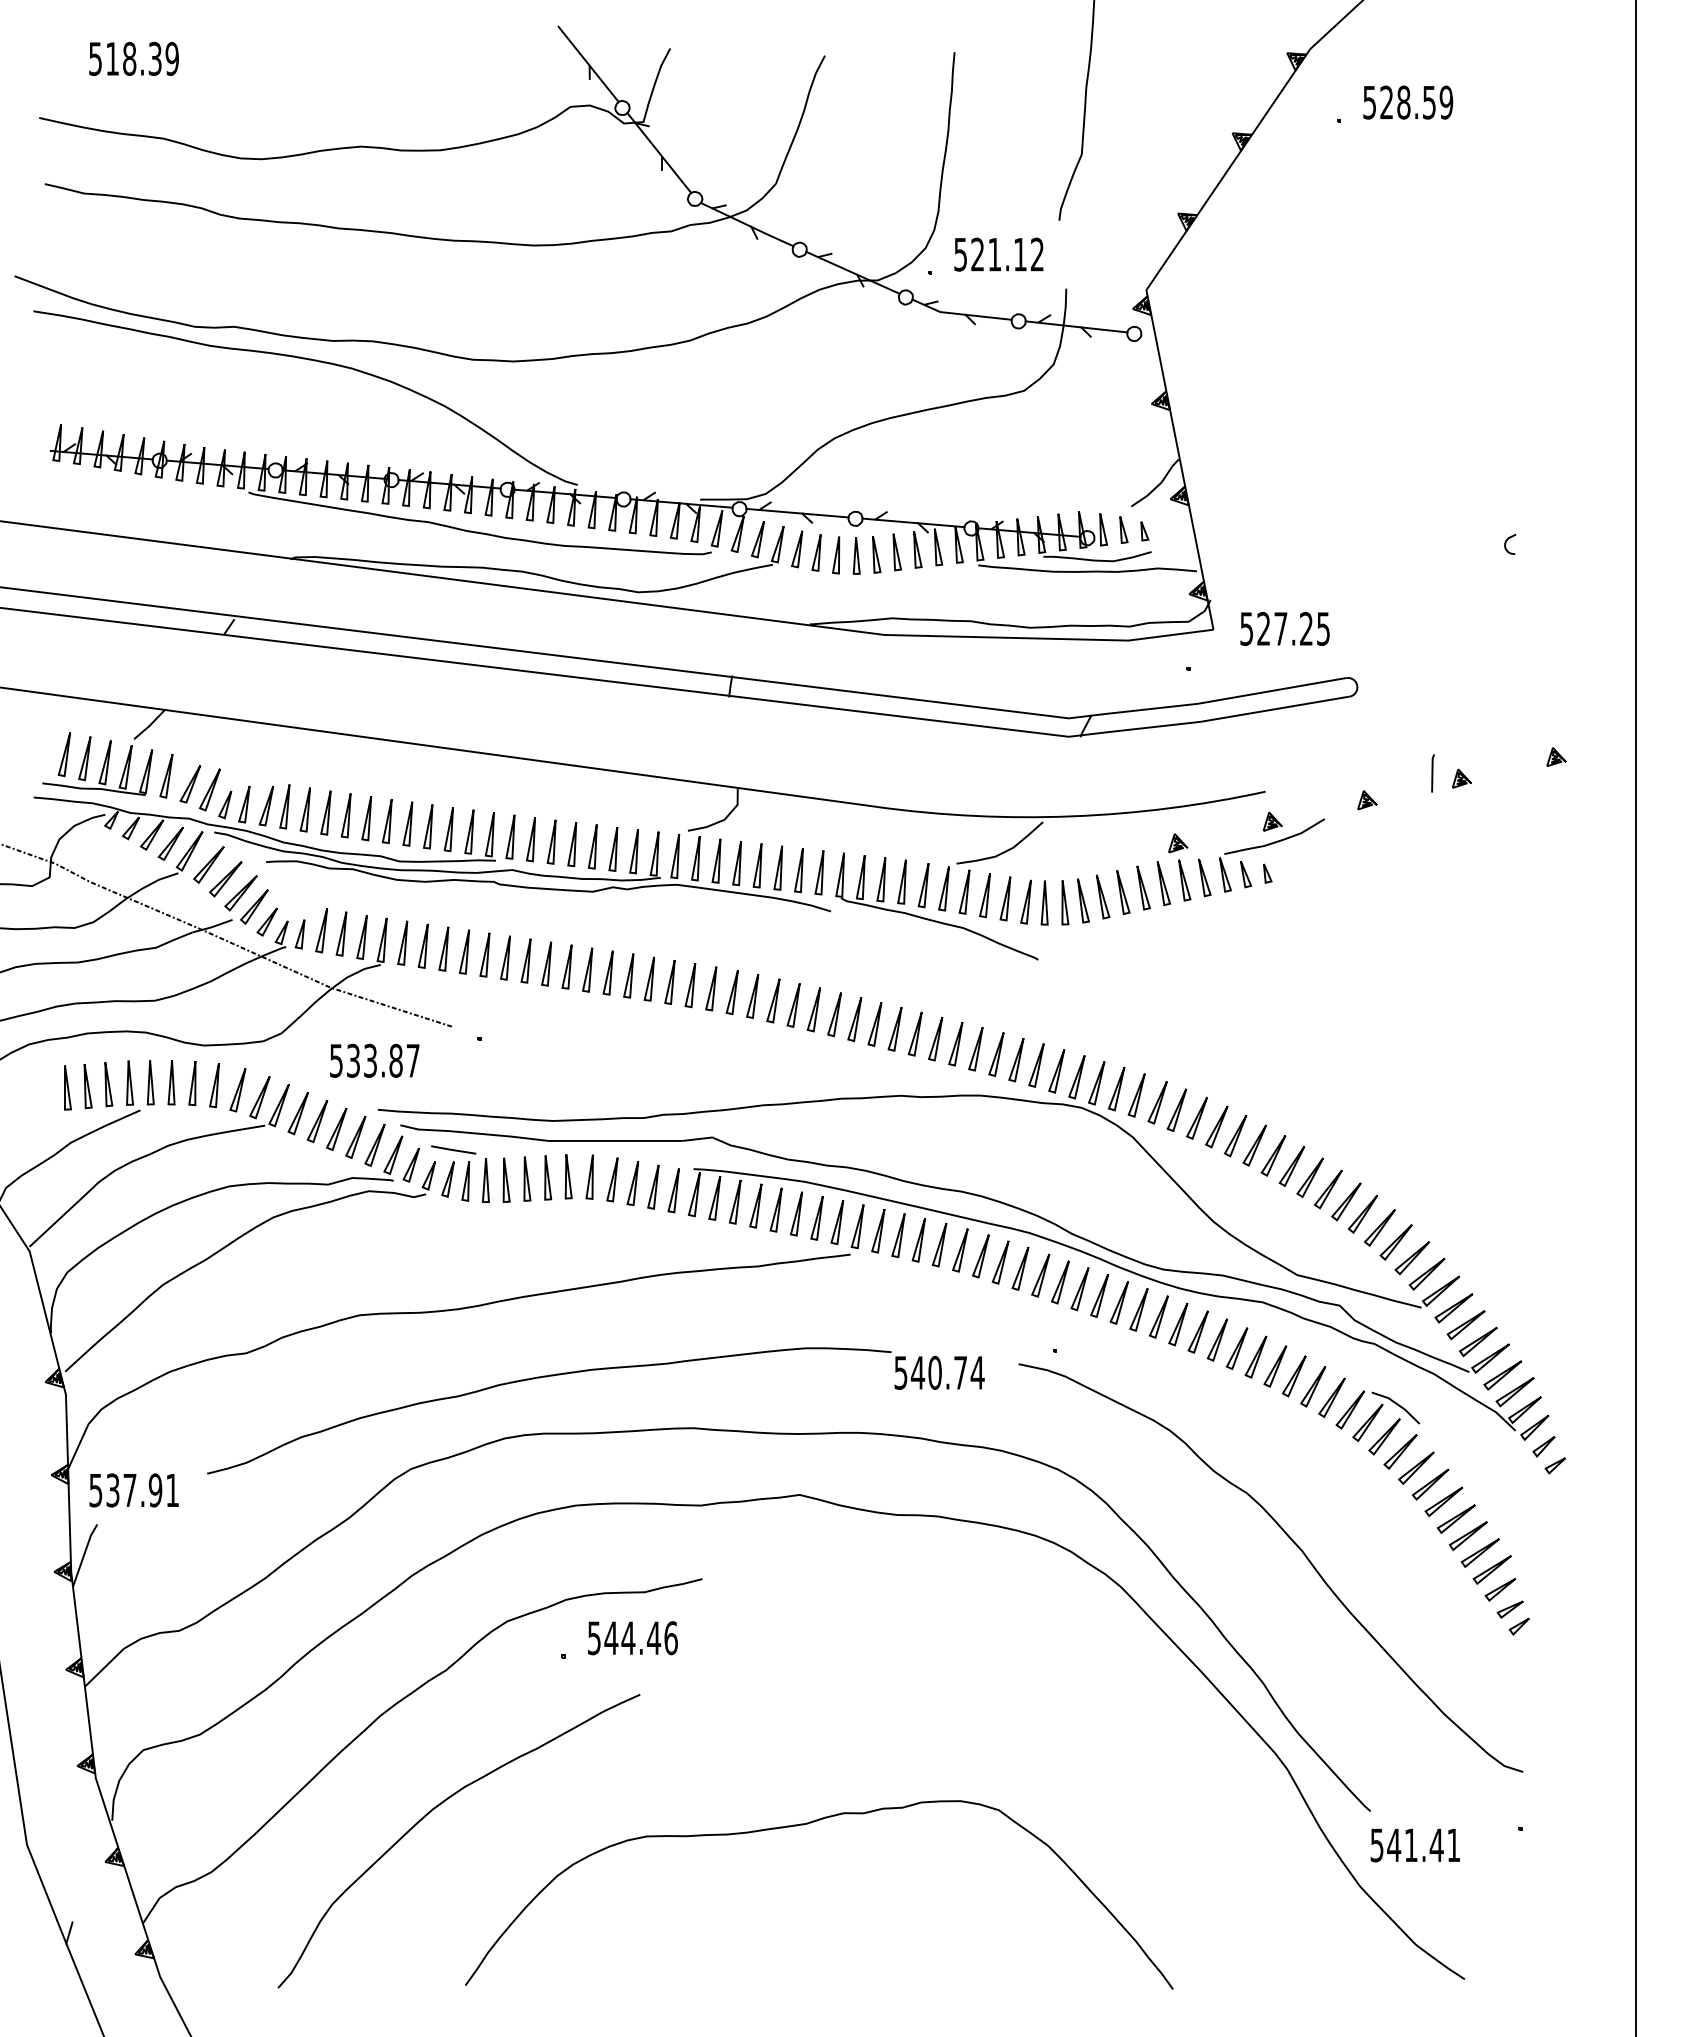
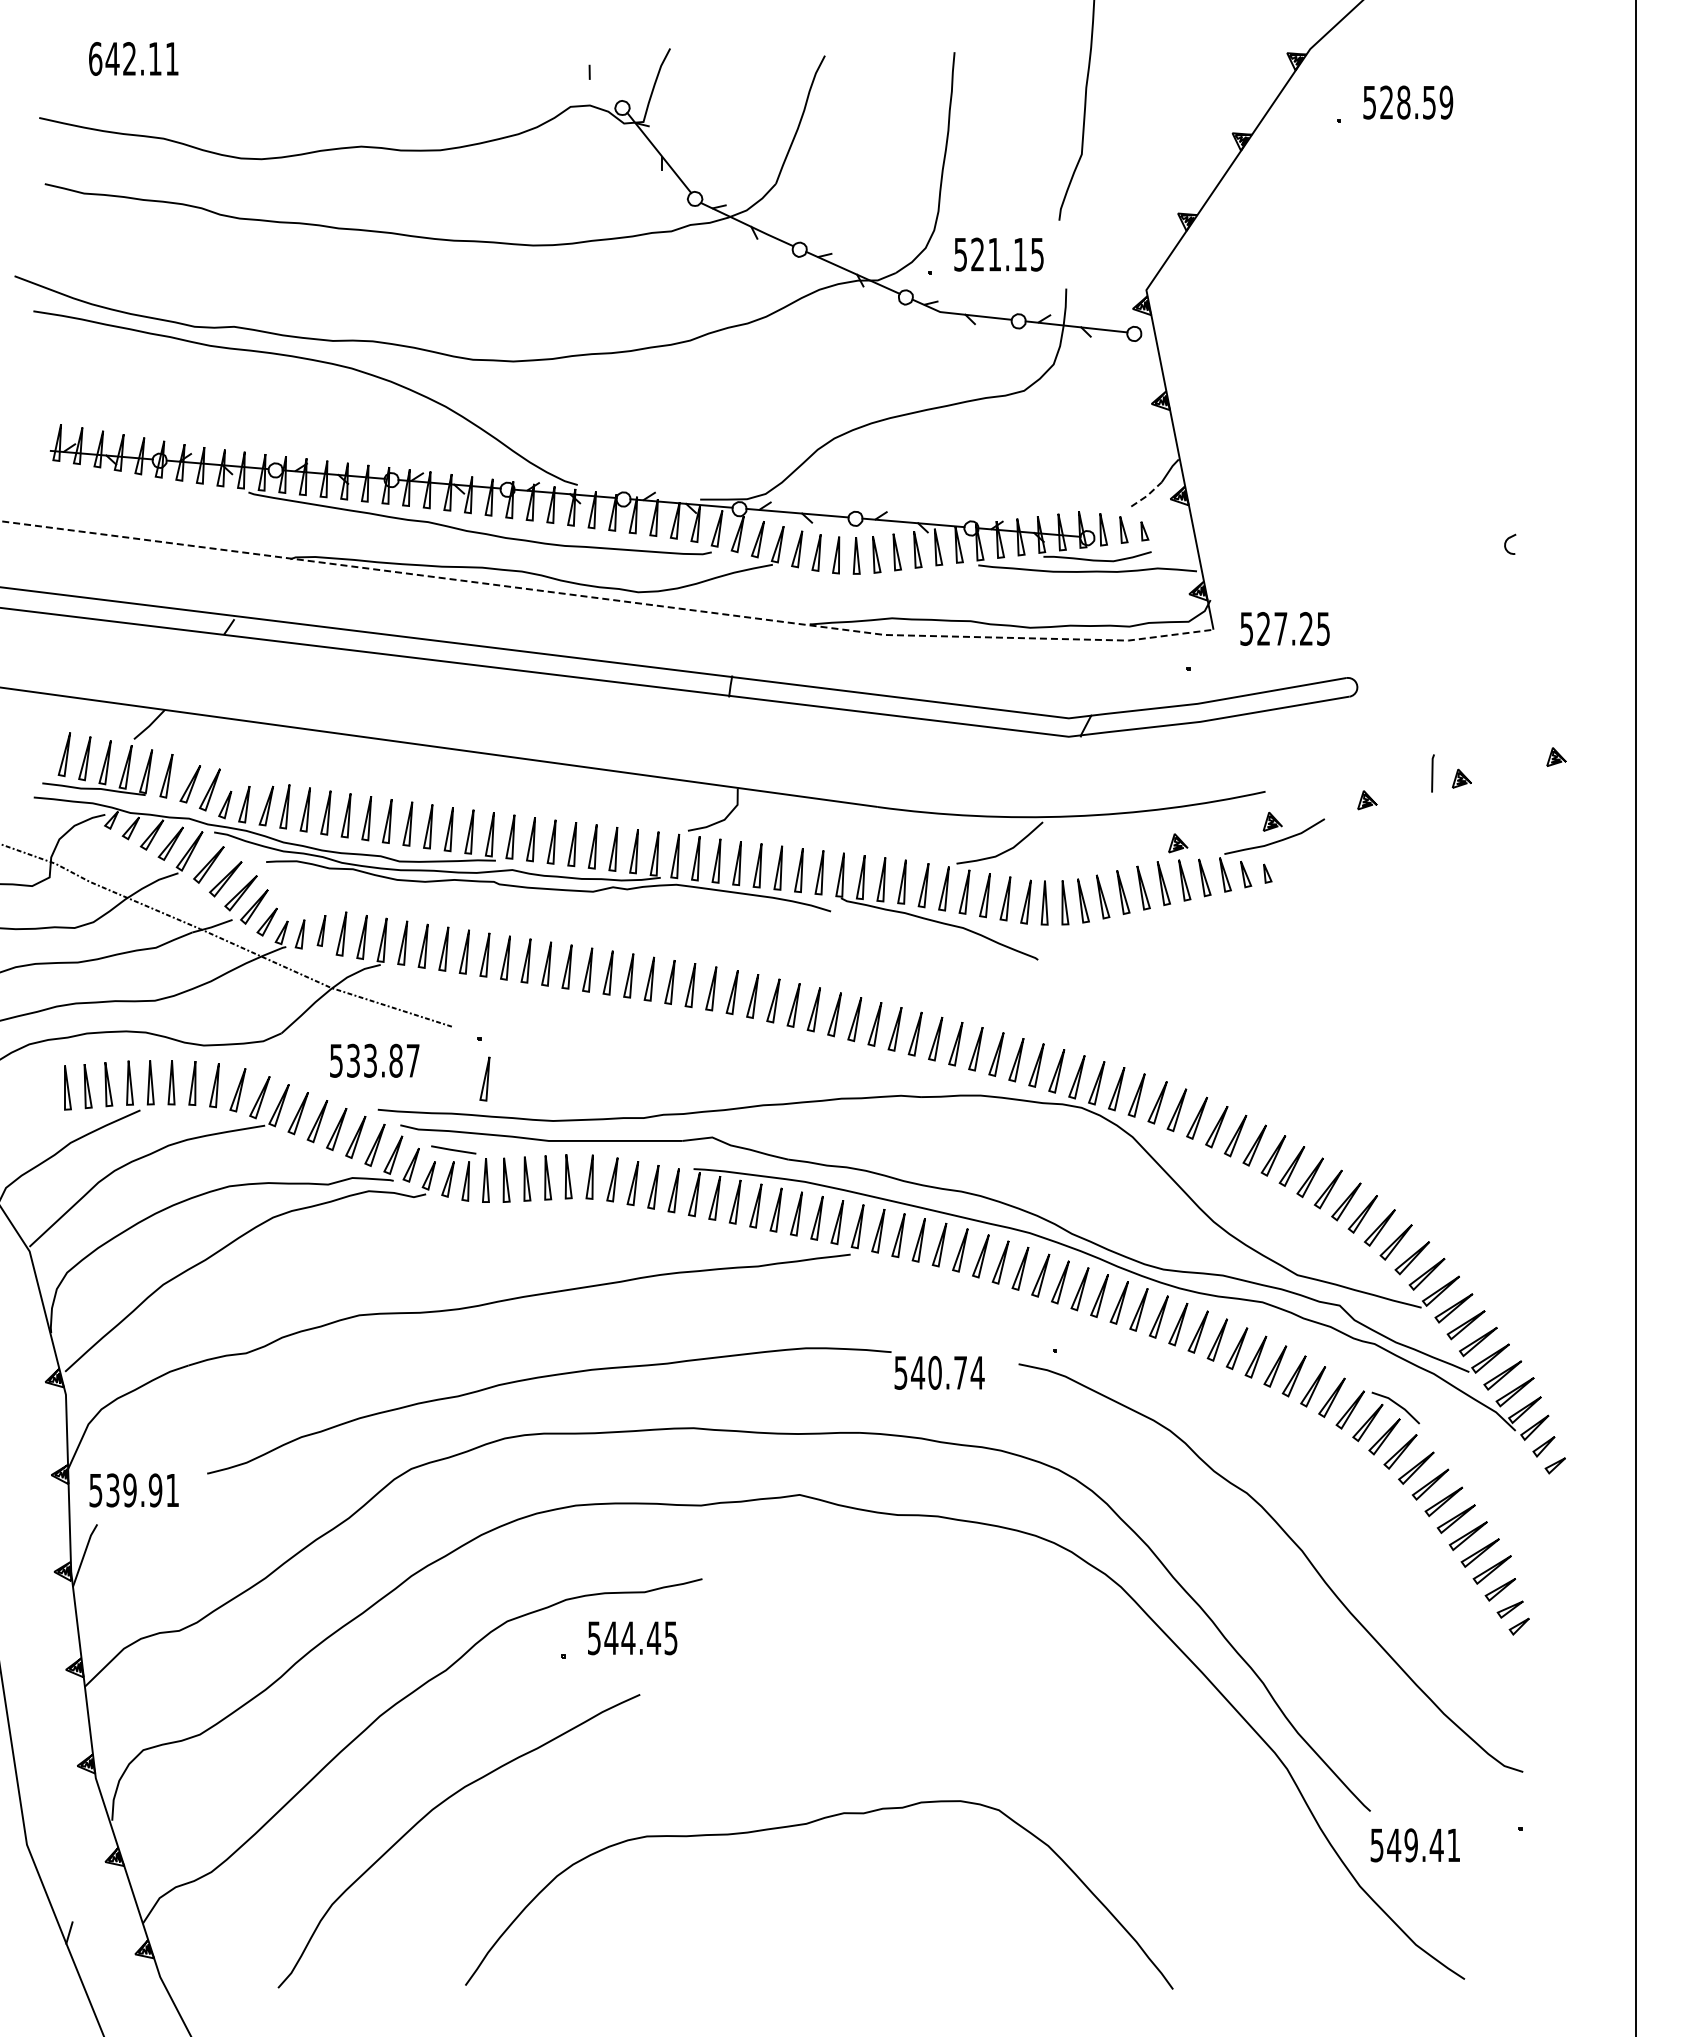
text at (133, 58): 518.39 -> 642.11
line at (588, 64): present -> none
text at (1037, 254): 521.12 -> 521.15
line at (1147, 495): solid -> dashed
line at (606, 599): solid -> dashed
part at (321, 930) size: 13x46 px -> 11x32 px
part at (484, 1078): none -> present
text at (129, 1490): 537.91 -> 539.91
text at (670, 1638): 544.46 -> 544.45
text at (1410, 1845): 541.41 -> 549.41
